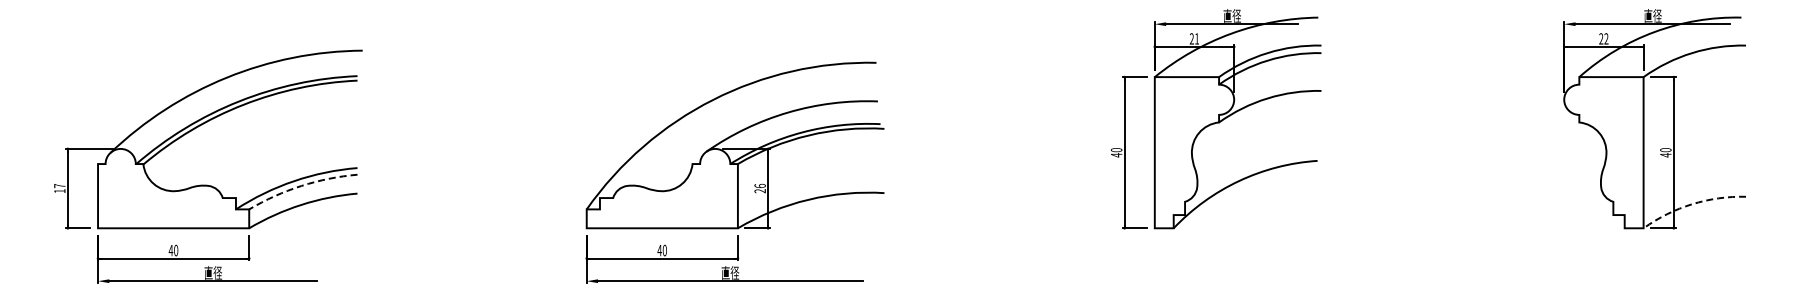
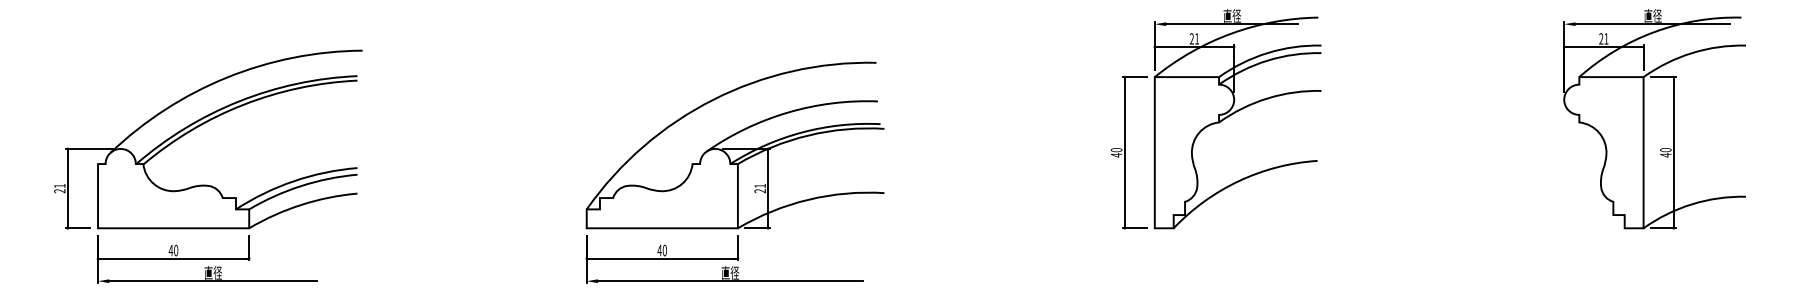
text at (1606, 38): 22 -> 21
text at (759, 185): 26 -> 21
arc at (301, 186): dashed -> solid
text at (59, 188): 17 -> 21
arc at (1692, 204): dashed -> solid
